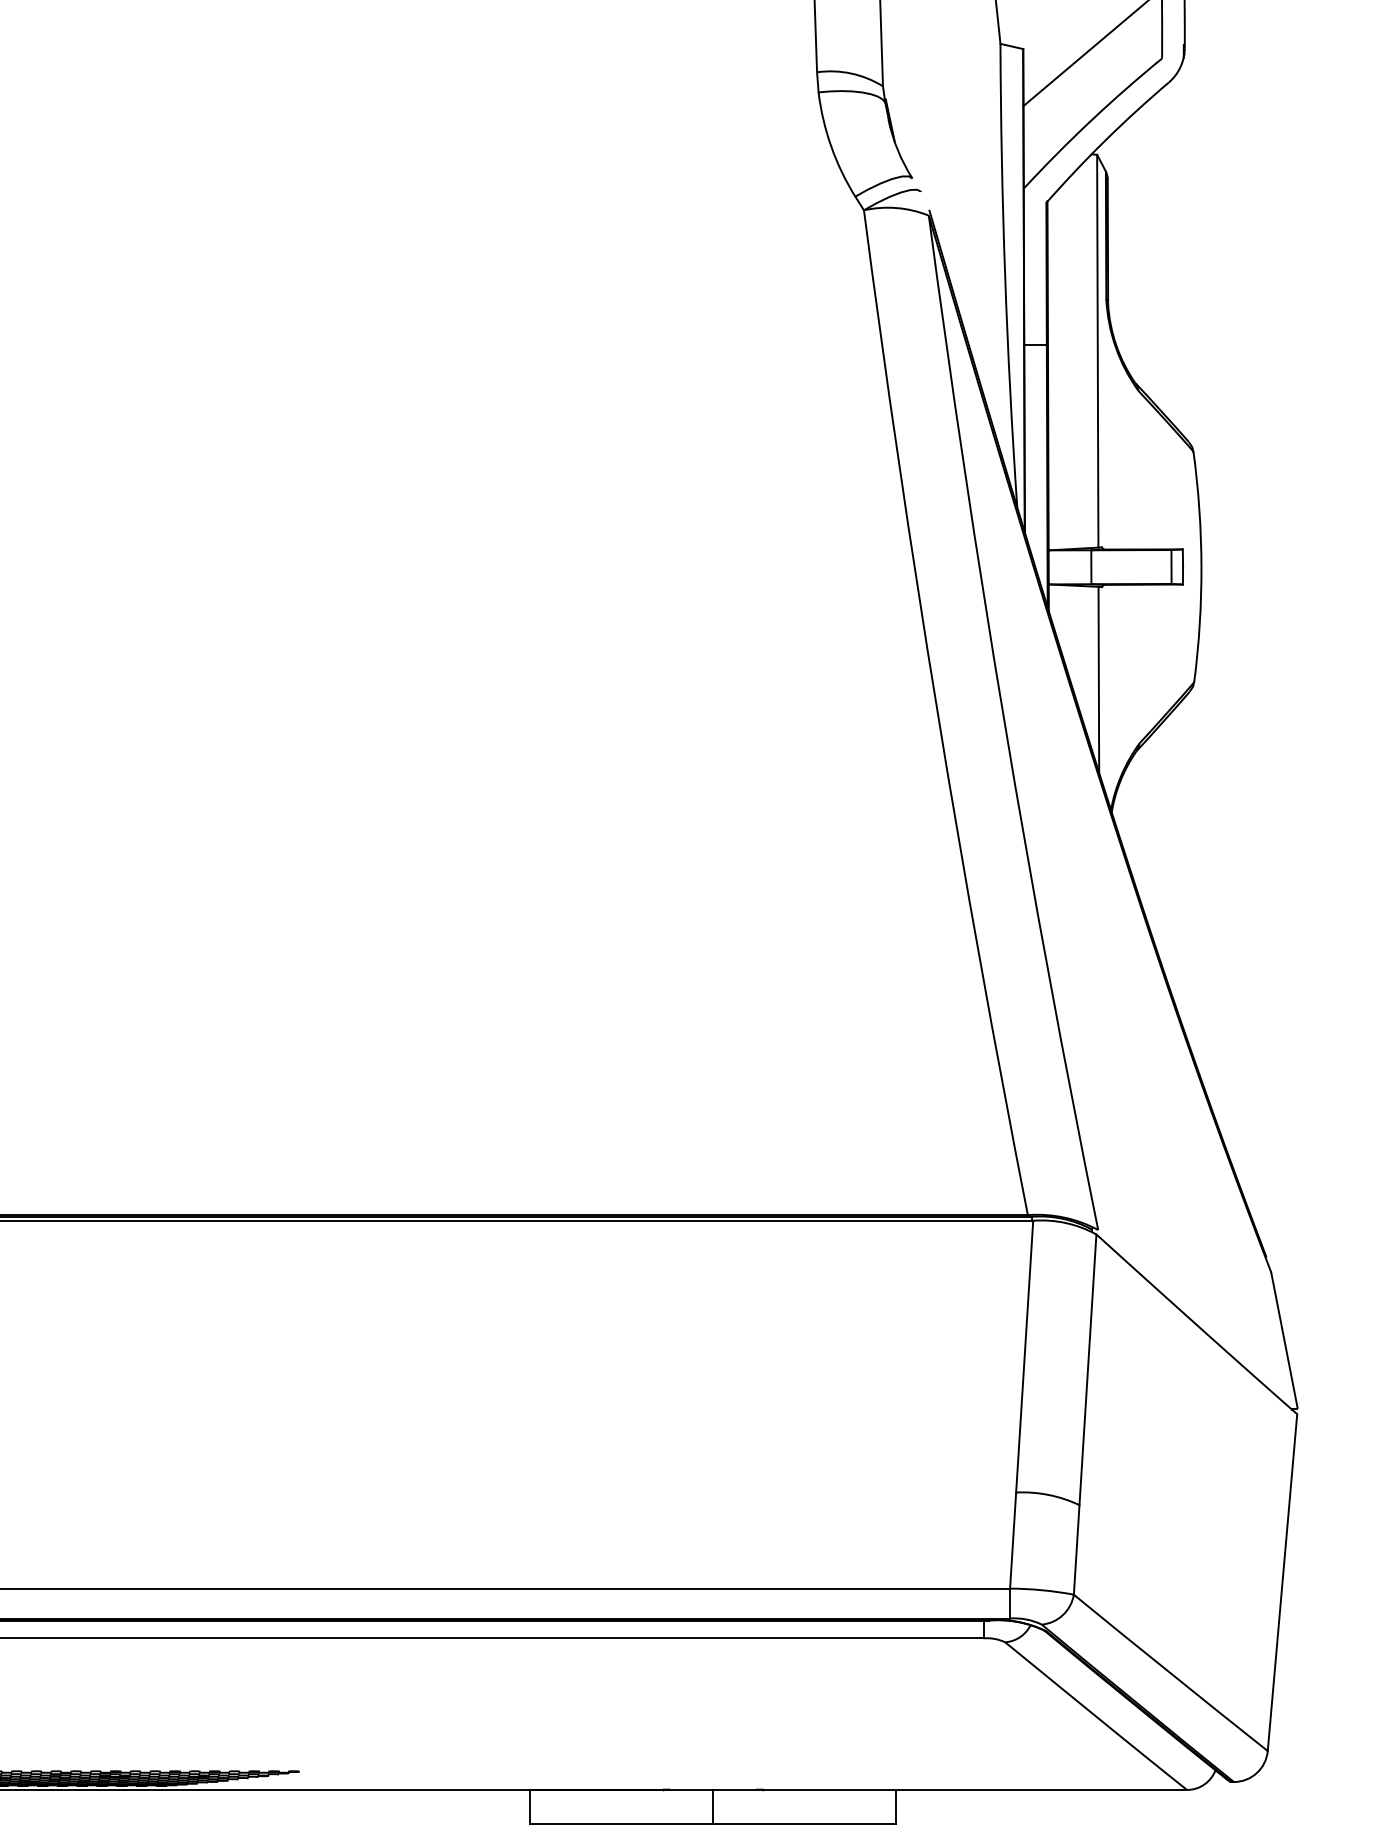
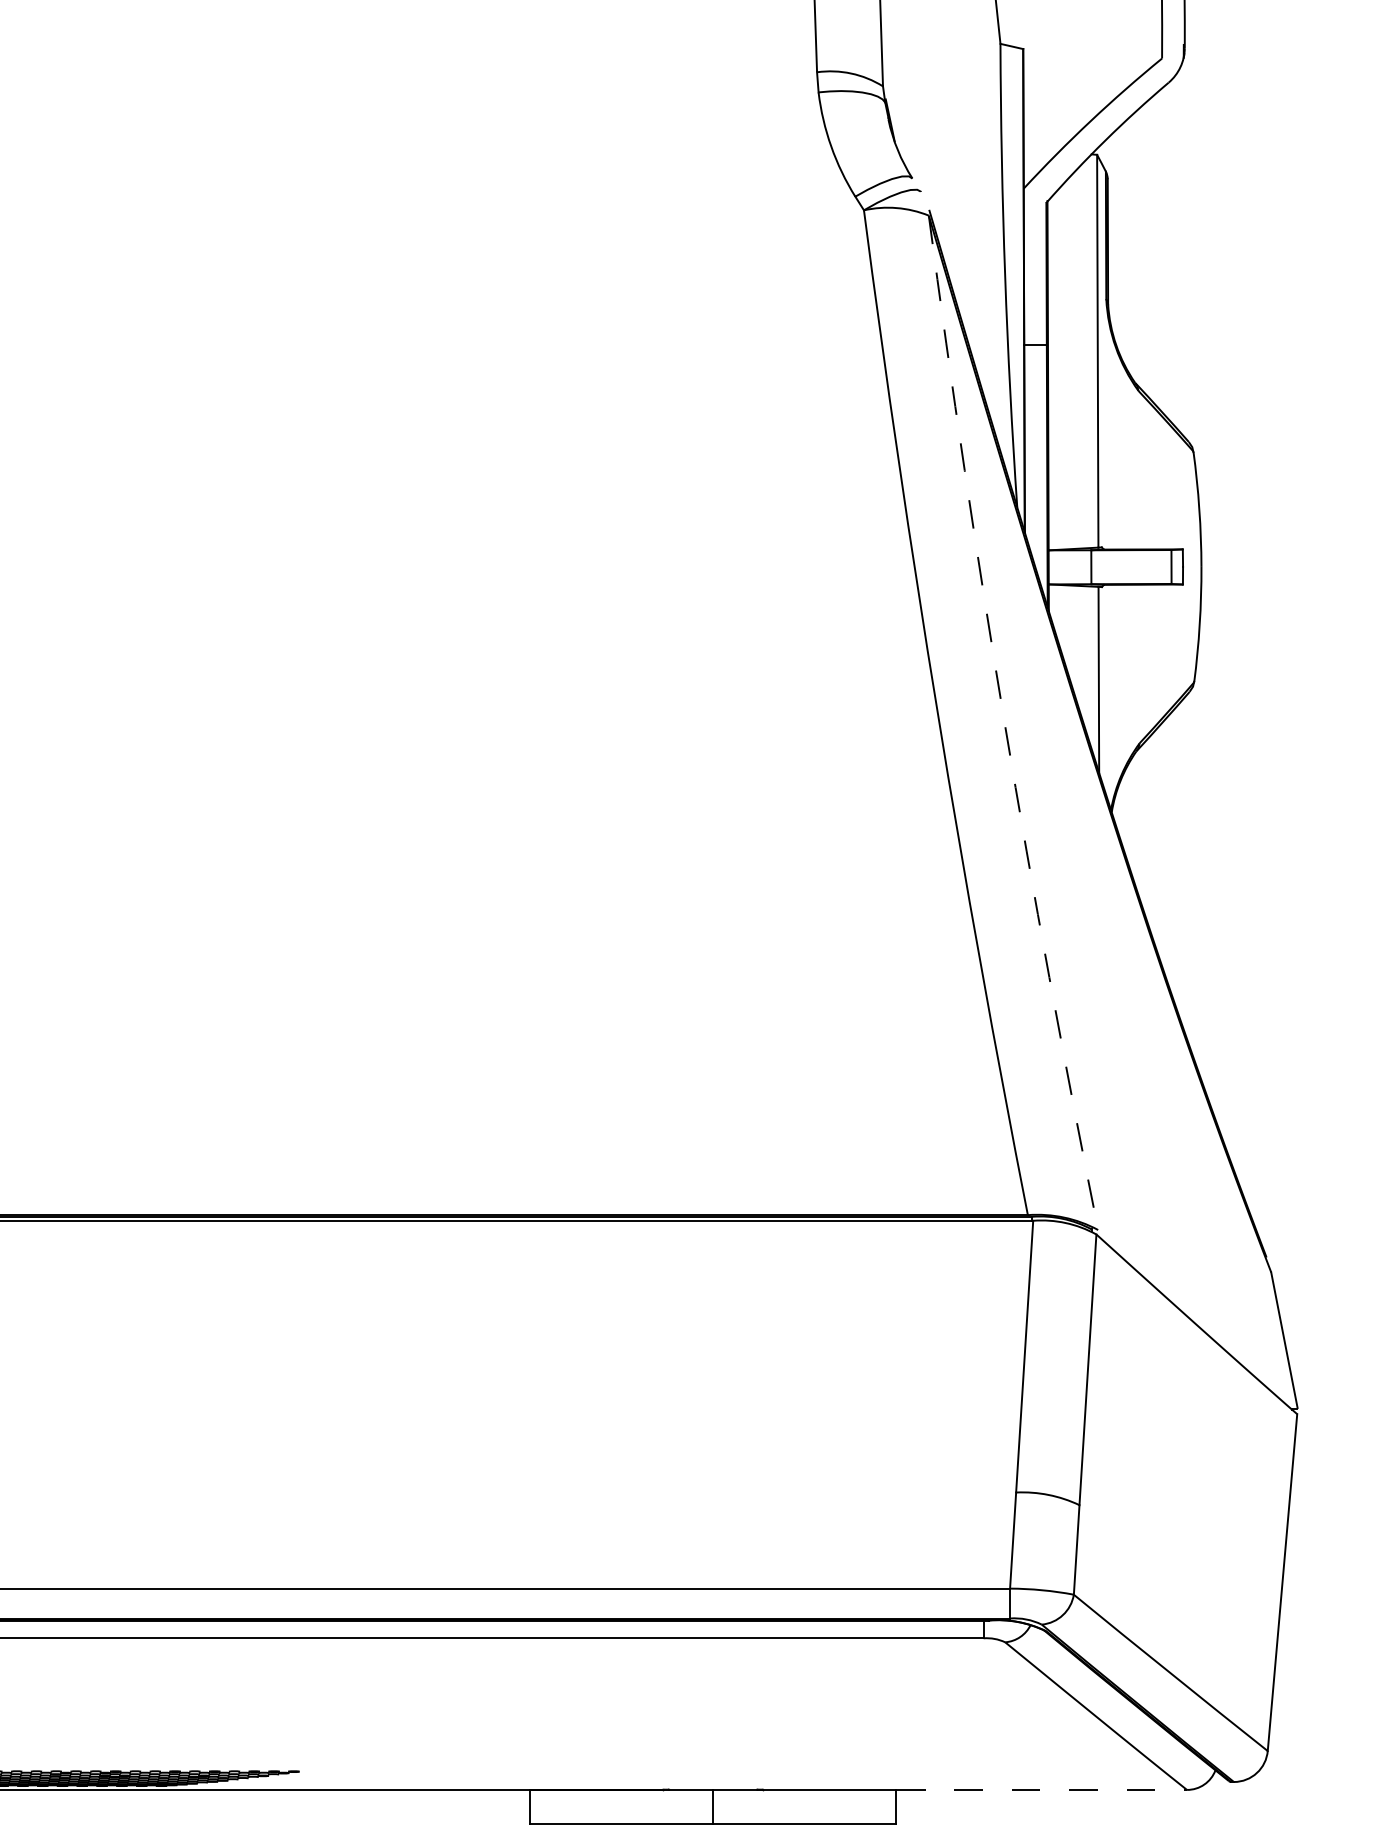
line at (1084, 54): present -> none
arc at (1004, 724): solid -> dashed
line at (1042, 1789): solid -> dashed
